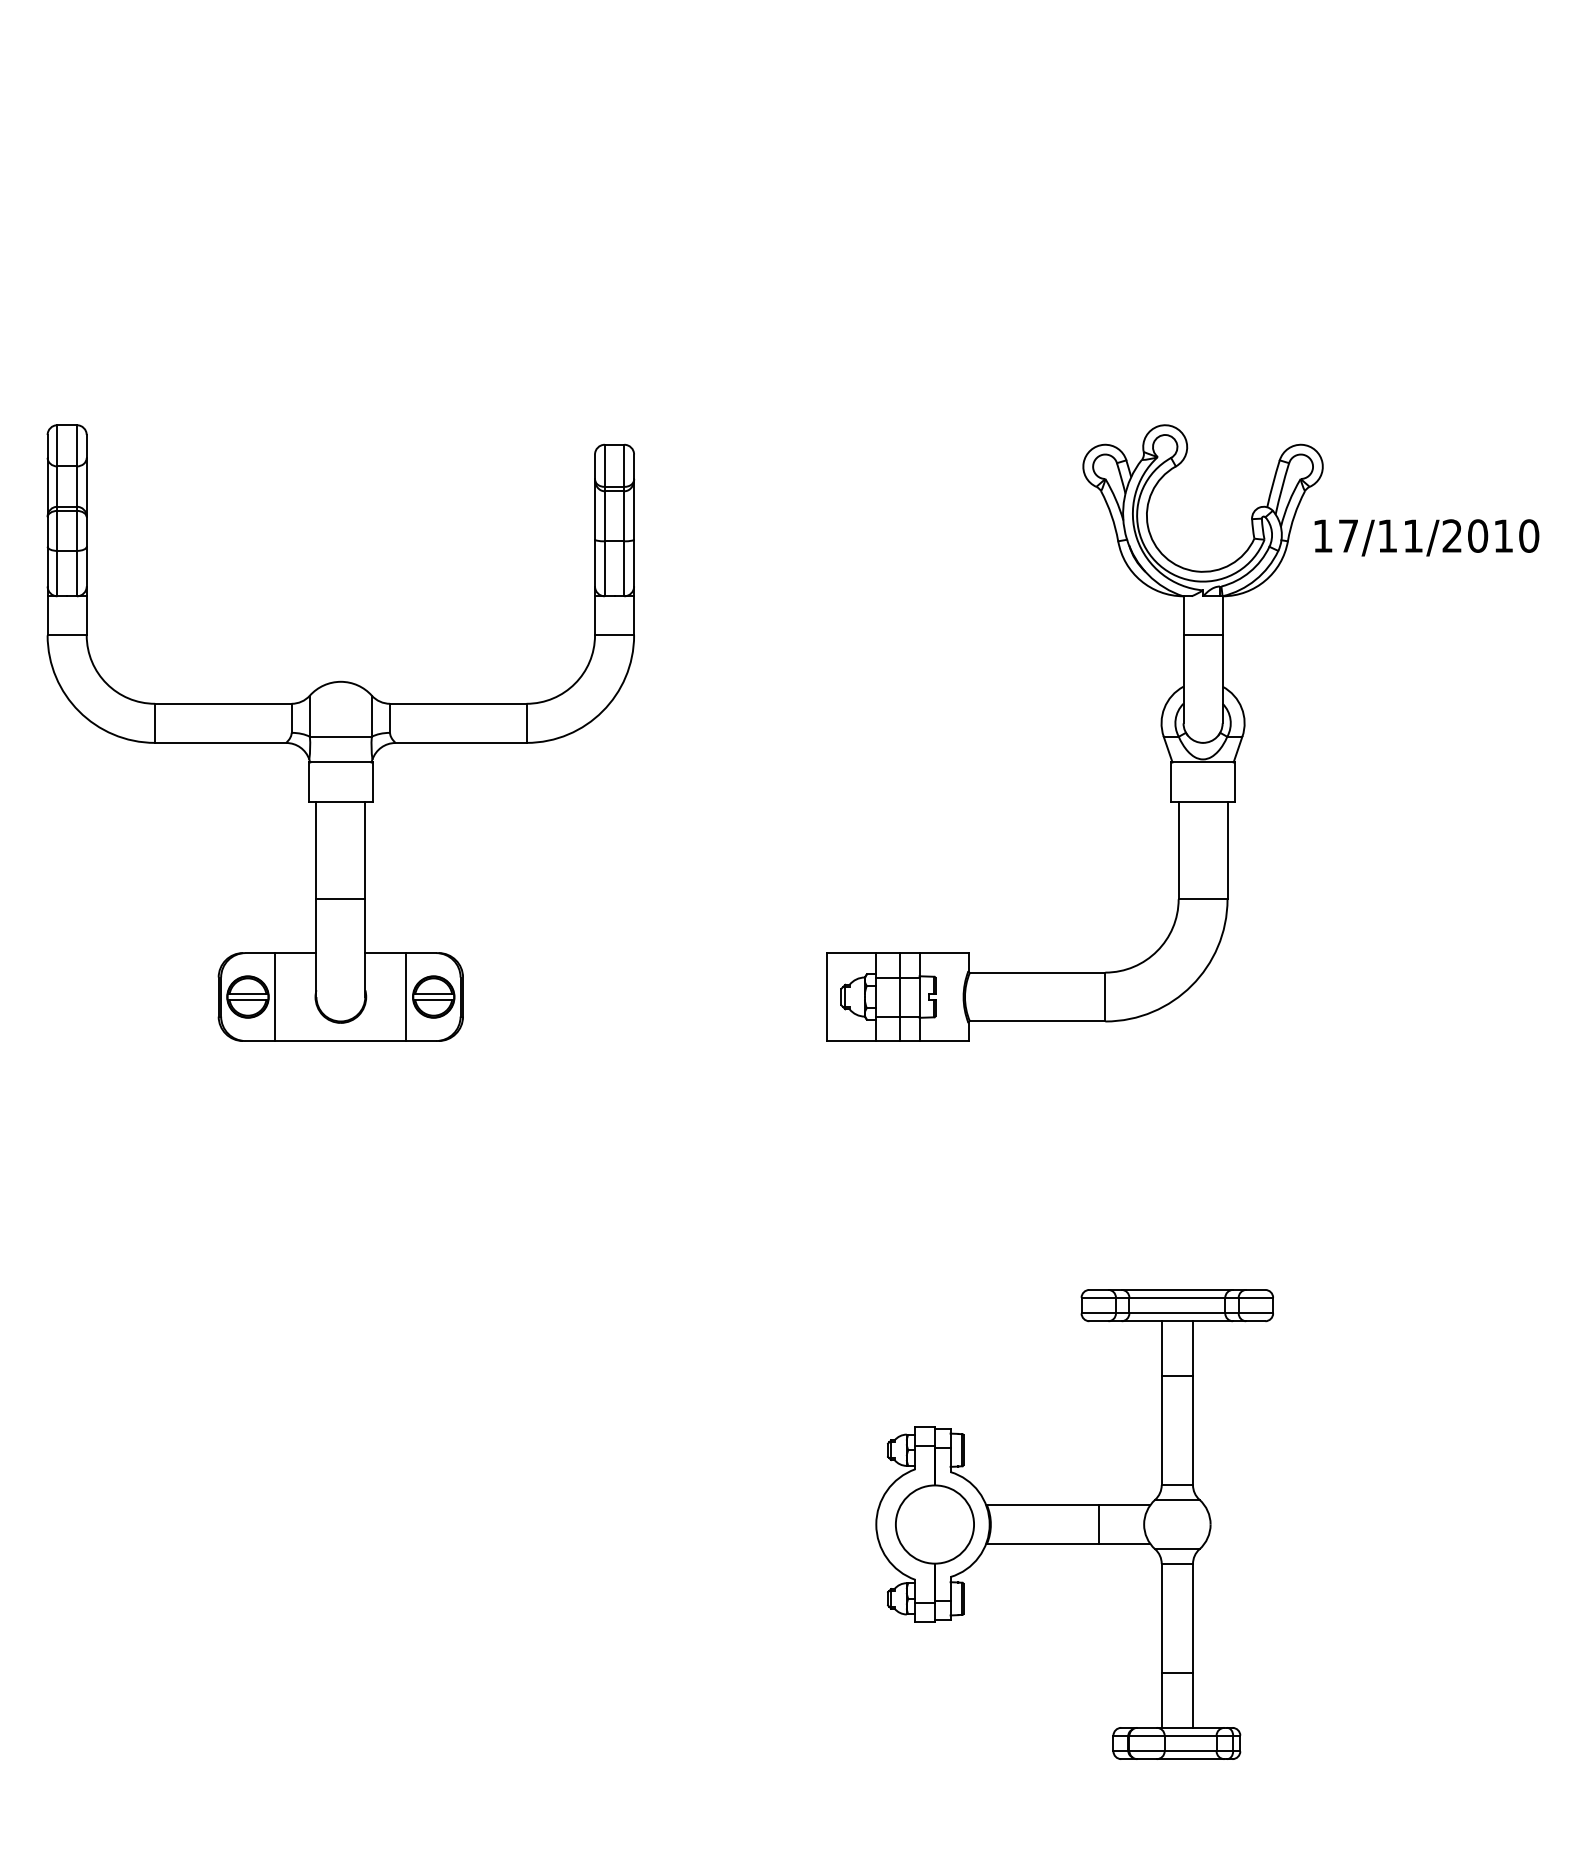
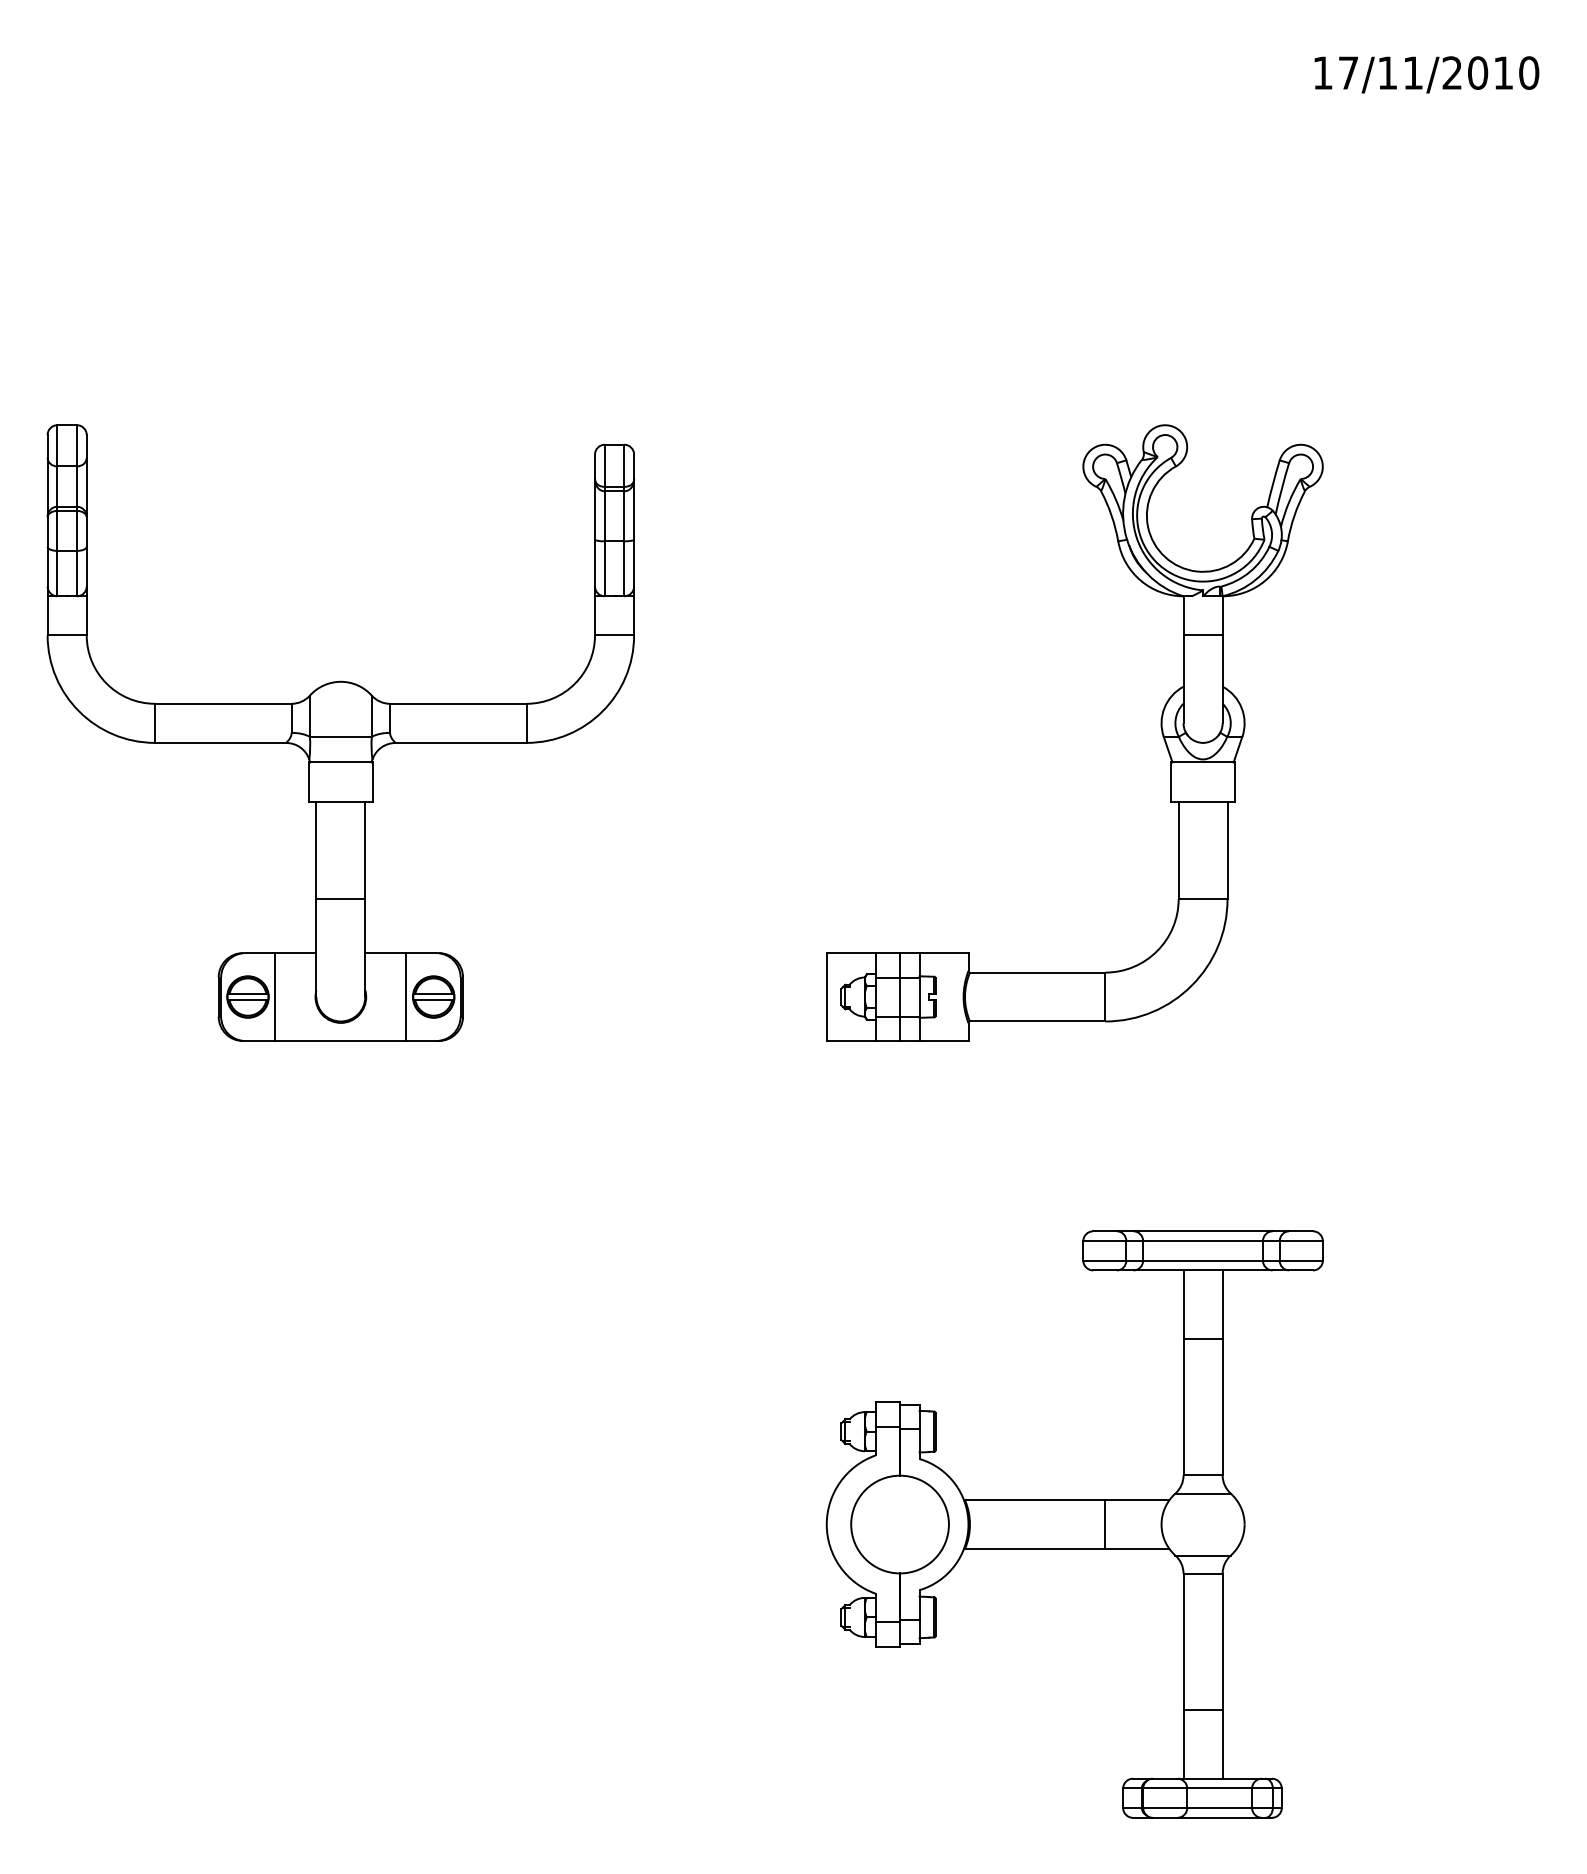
text at (1426, 537) position: (1426, 537) -> (1426, 74)
part at (1074, 1524) size: 399x471 px -> 499x589 px
